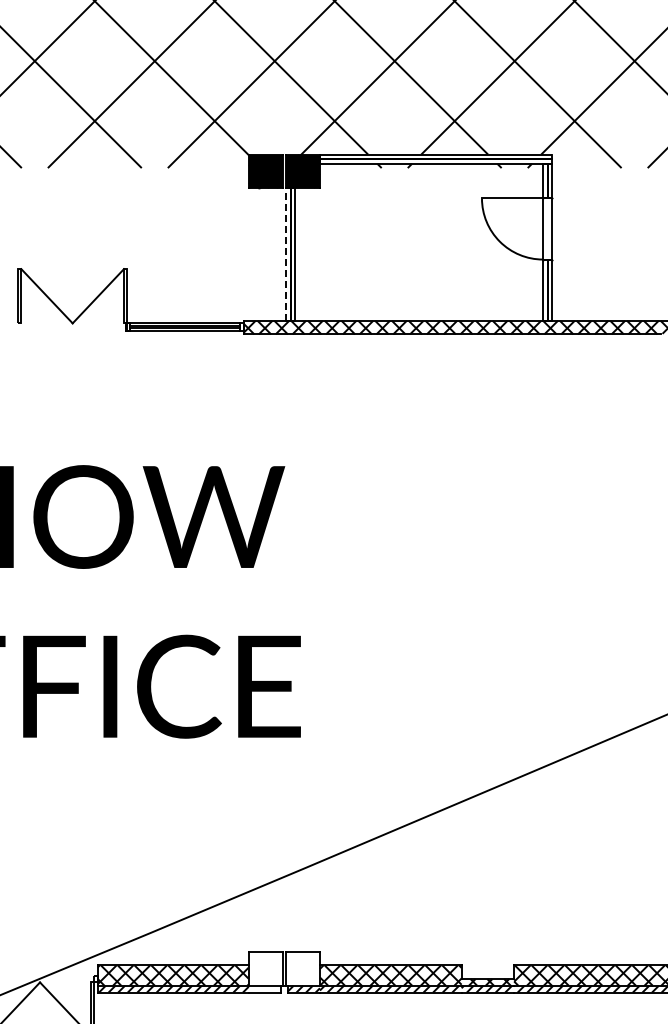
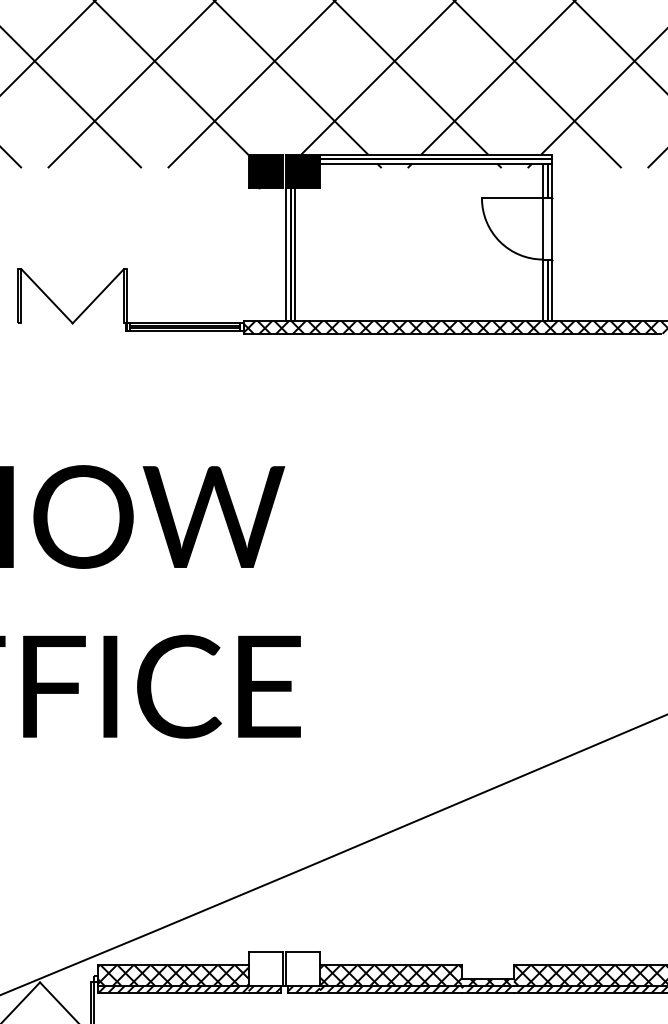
line at (286, 254): dashed -> solid
hatch at (264, 988): none -> present
